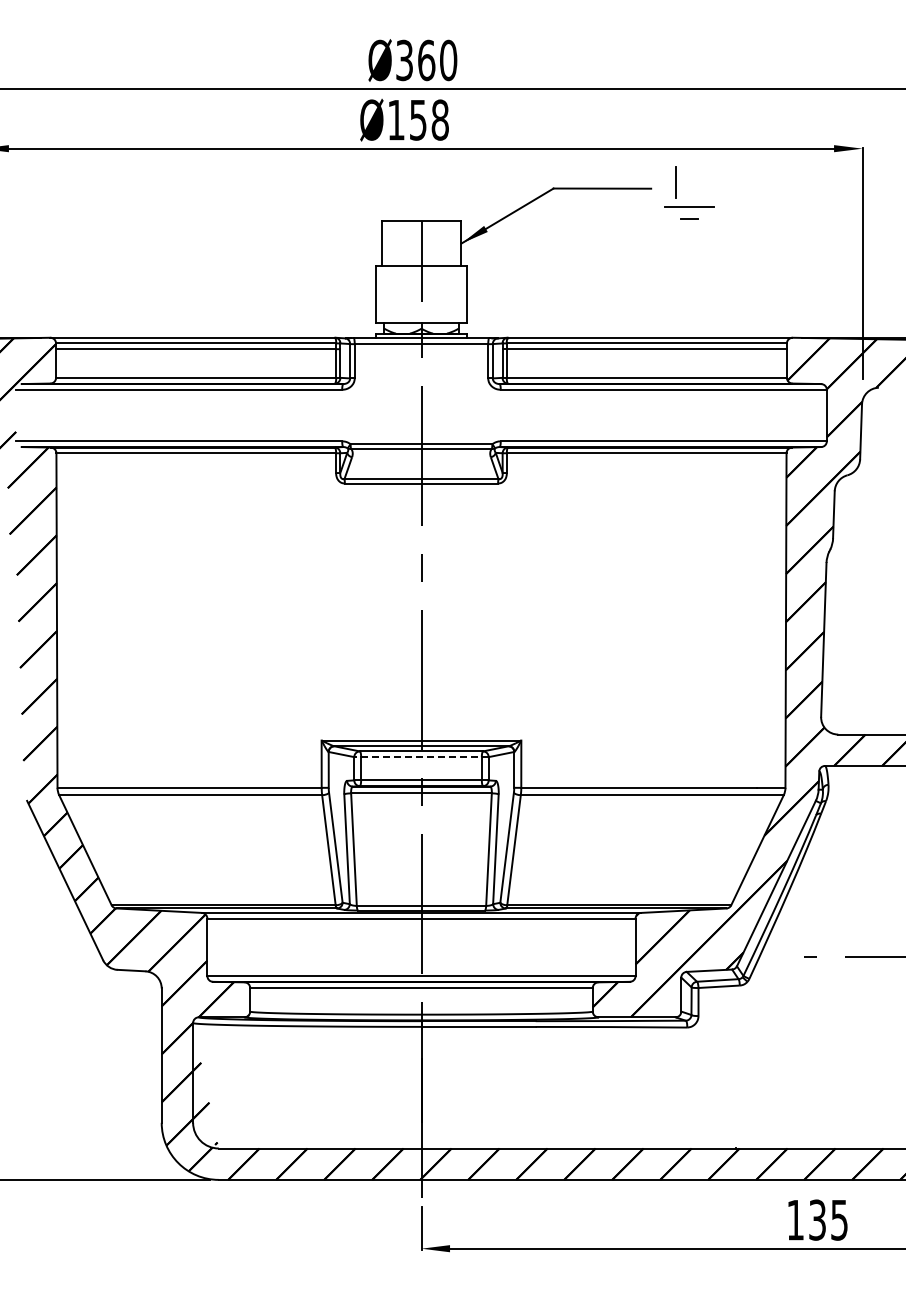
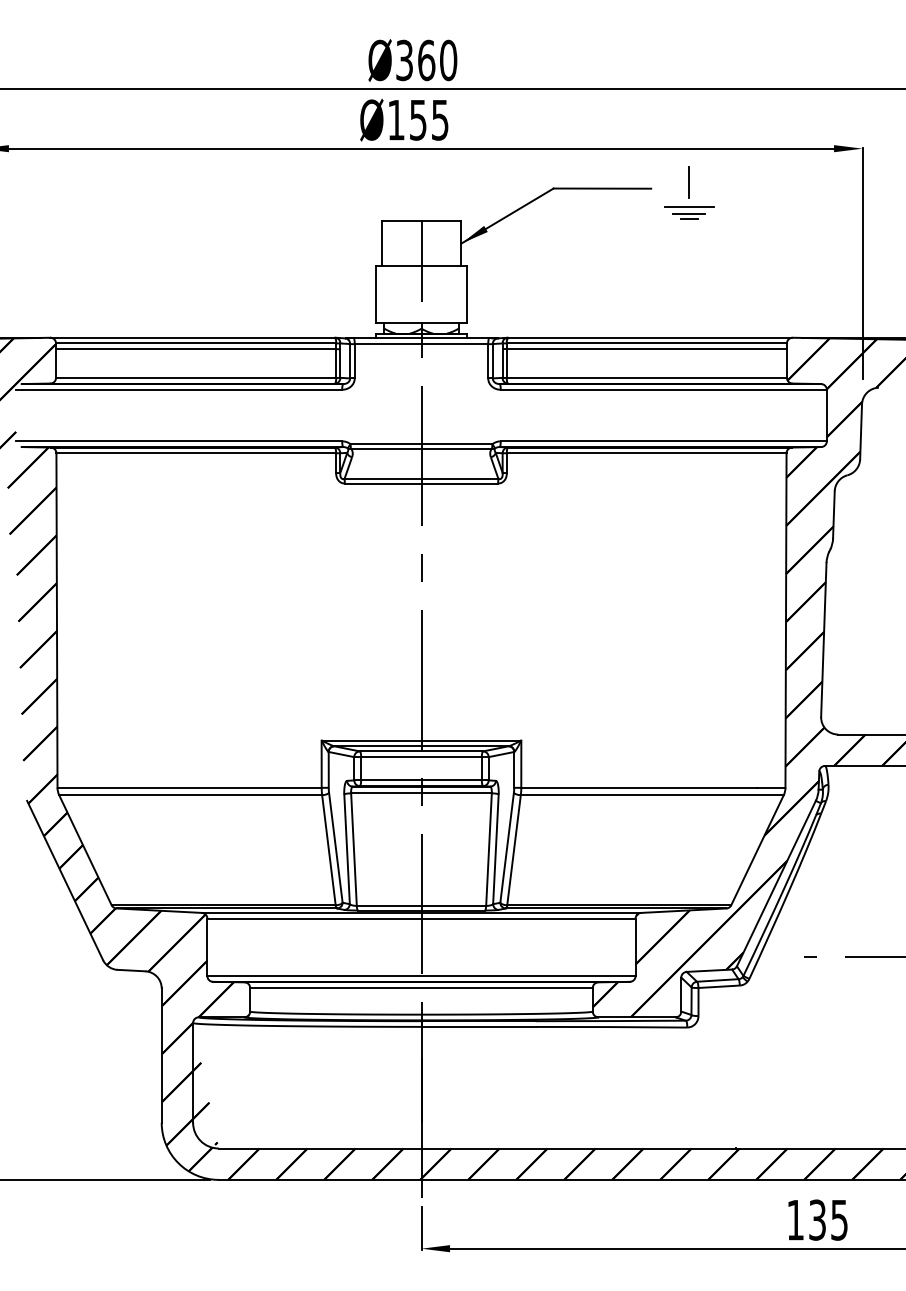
text at (439, 119): Ø158 -> Ø155
line at (675, 182) position: (675, 182) -> (688, 182)
line at (689, 213): none -> present
line at (420, 757): dashed -> solid
